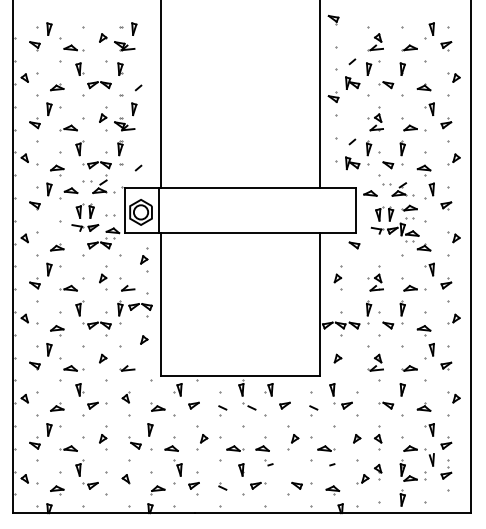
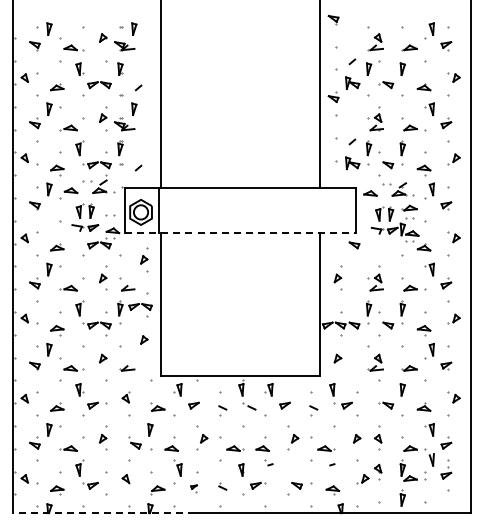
line at (240, 233): solid -> dashed
part at (193, 488) size: 12x14 px -> 8x10 px
line at (103, 513): solid -> dashed
